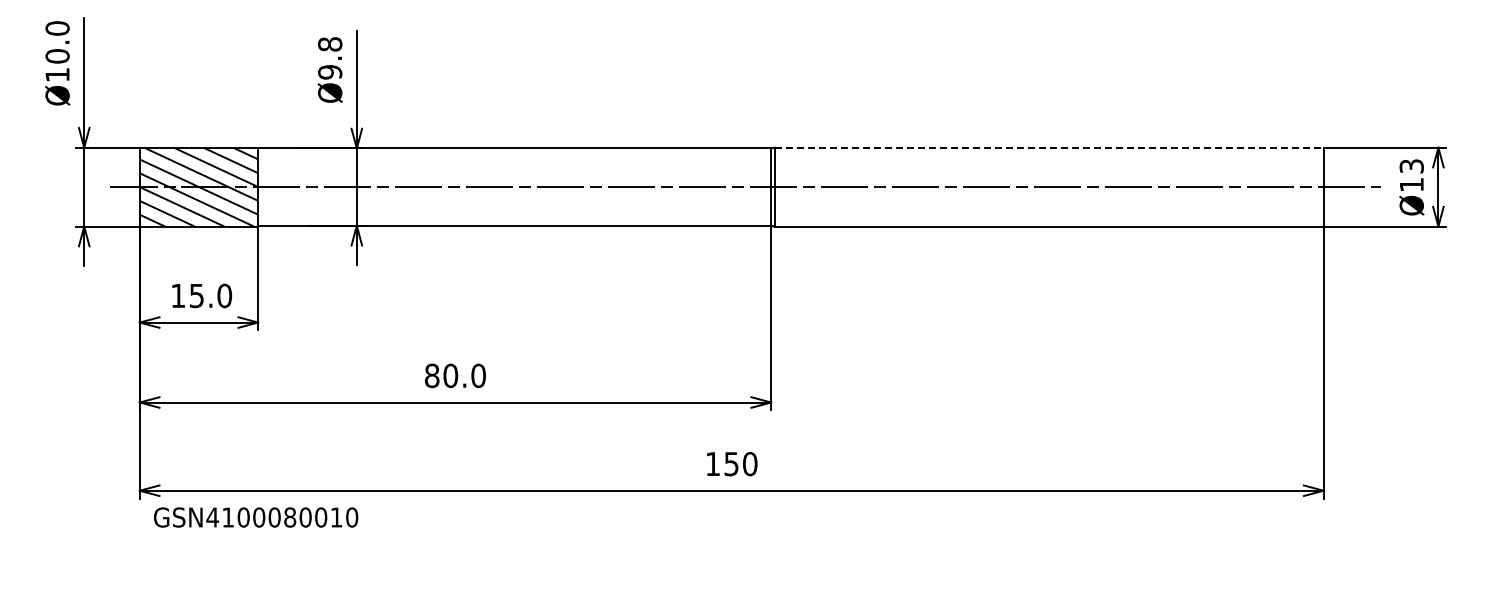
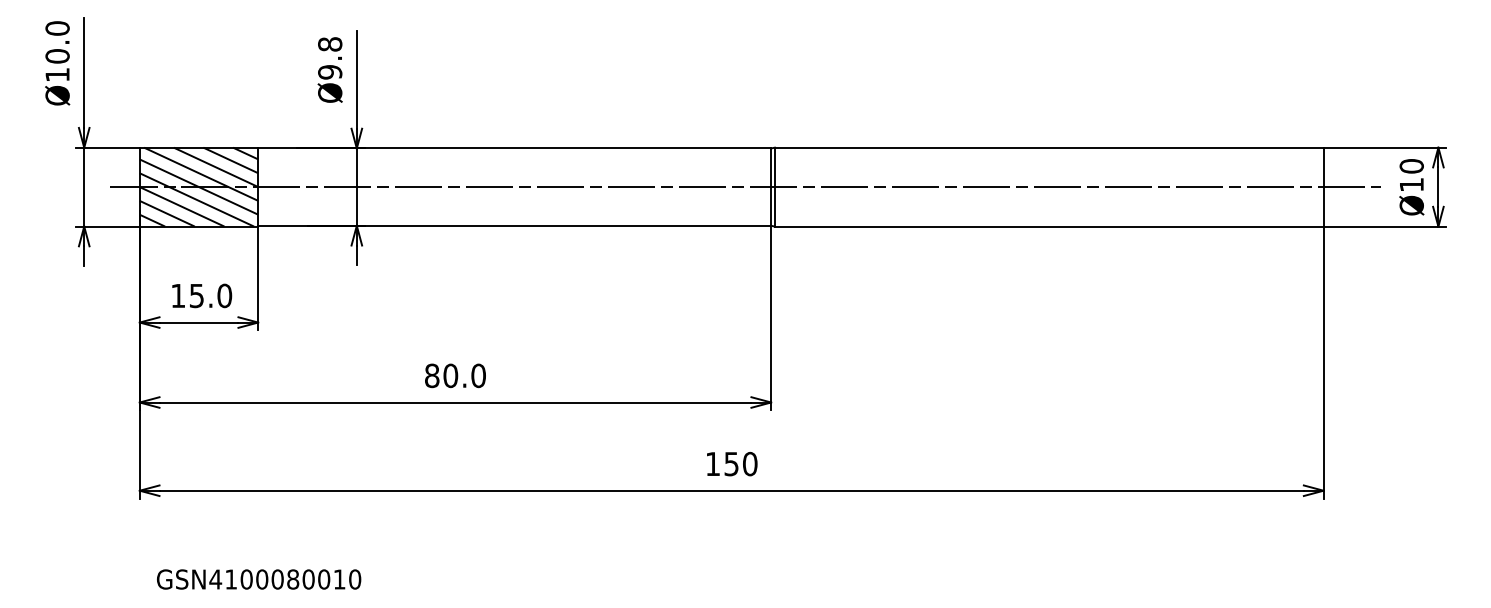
line at (1049, 147): dashed -> solid
text at (1411, 166): Ø13 -> Ø10
text at (256, 517) position: (256, 517) -> (259, 579)
